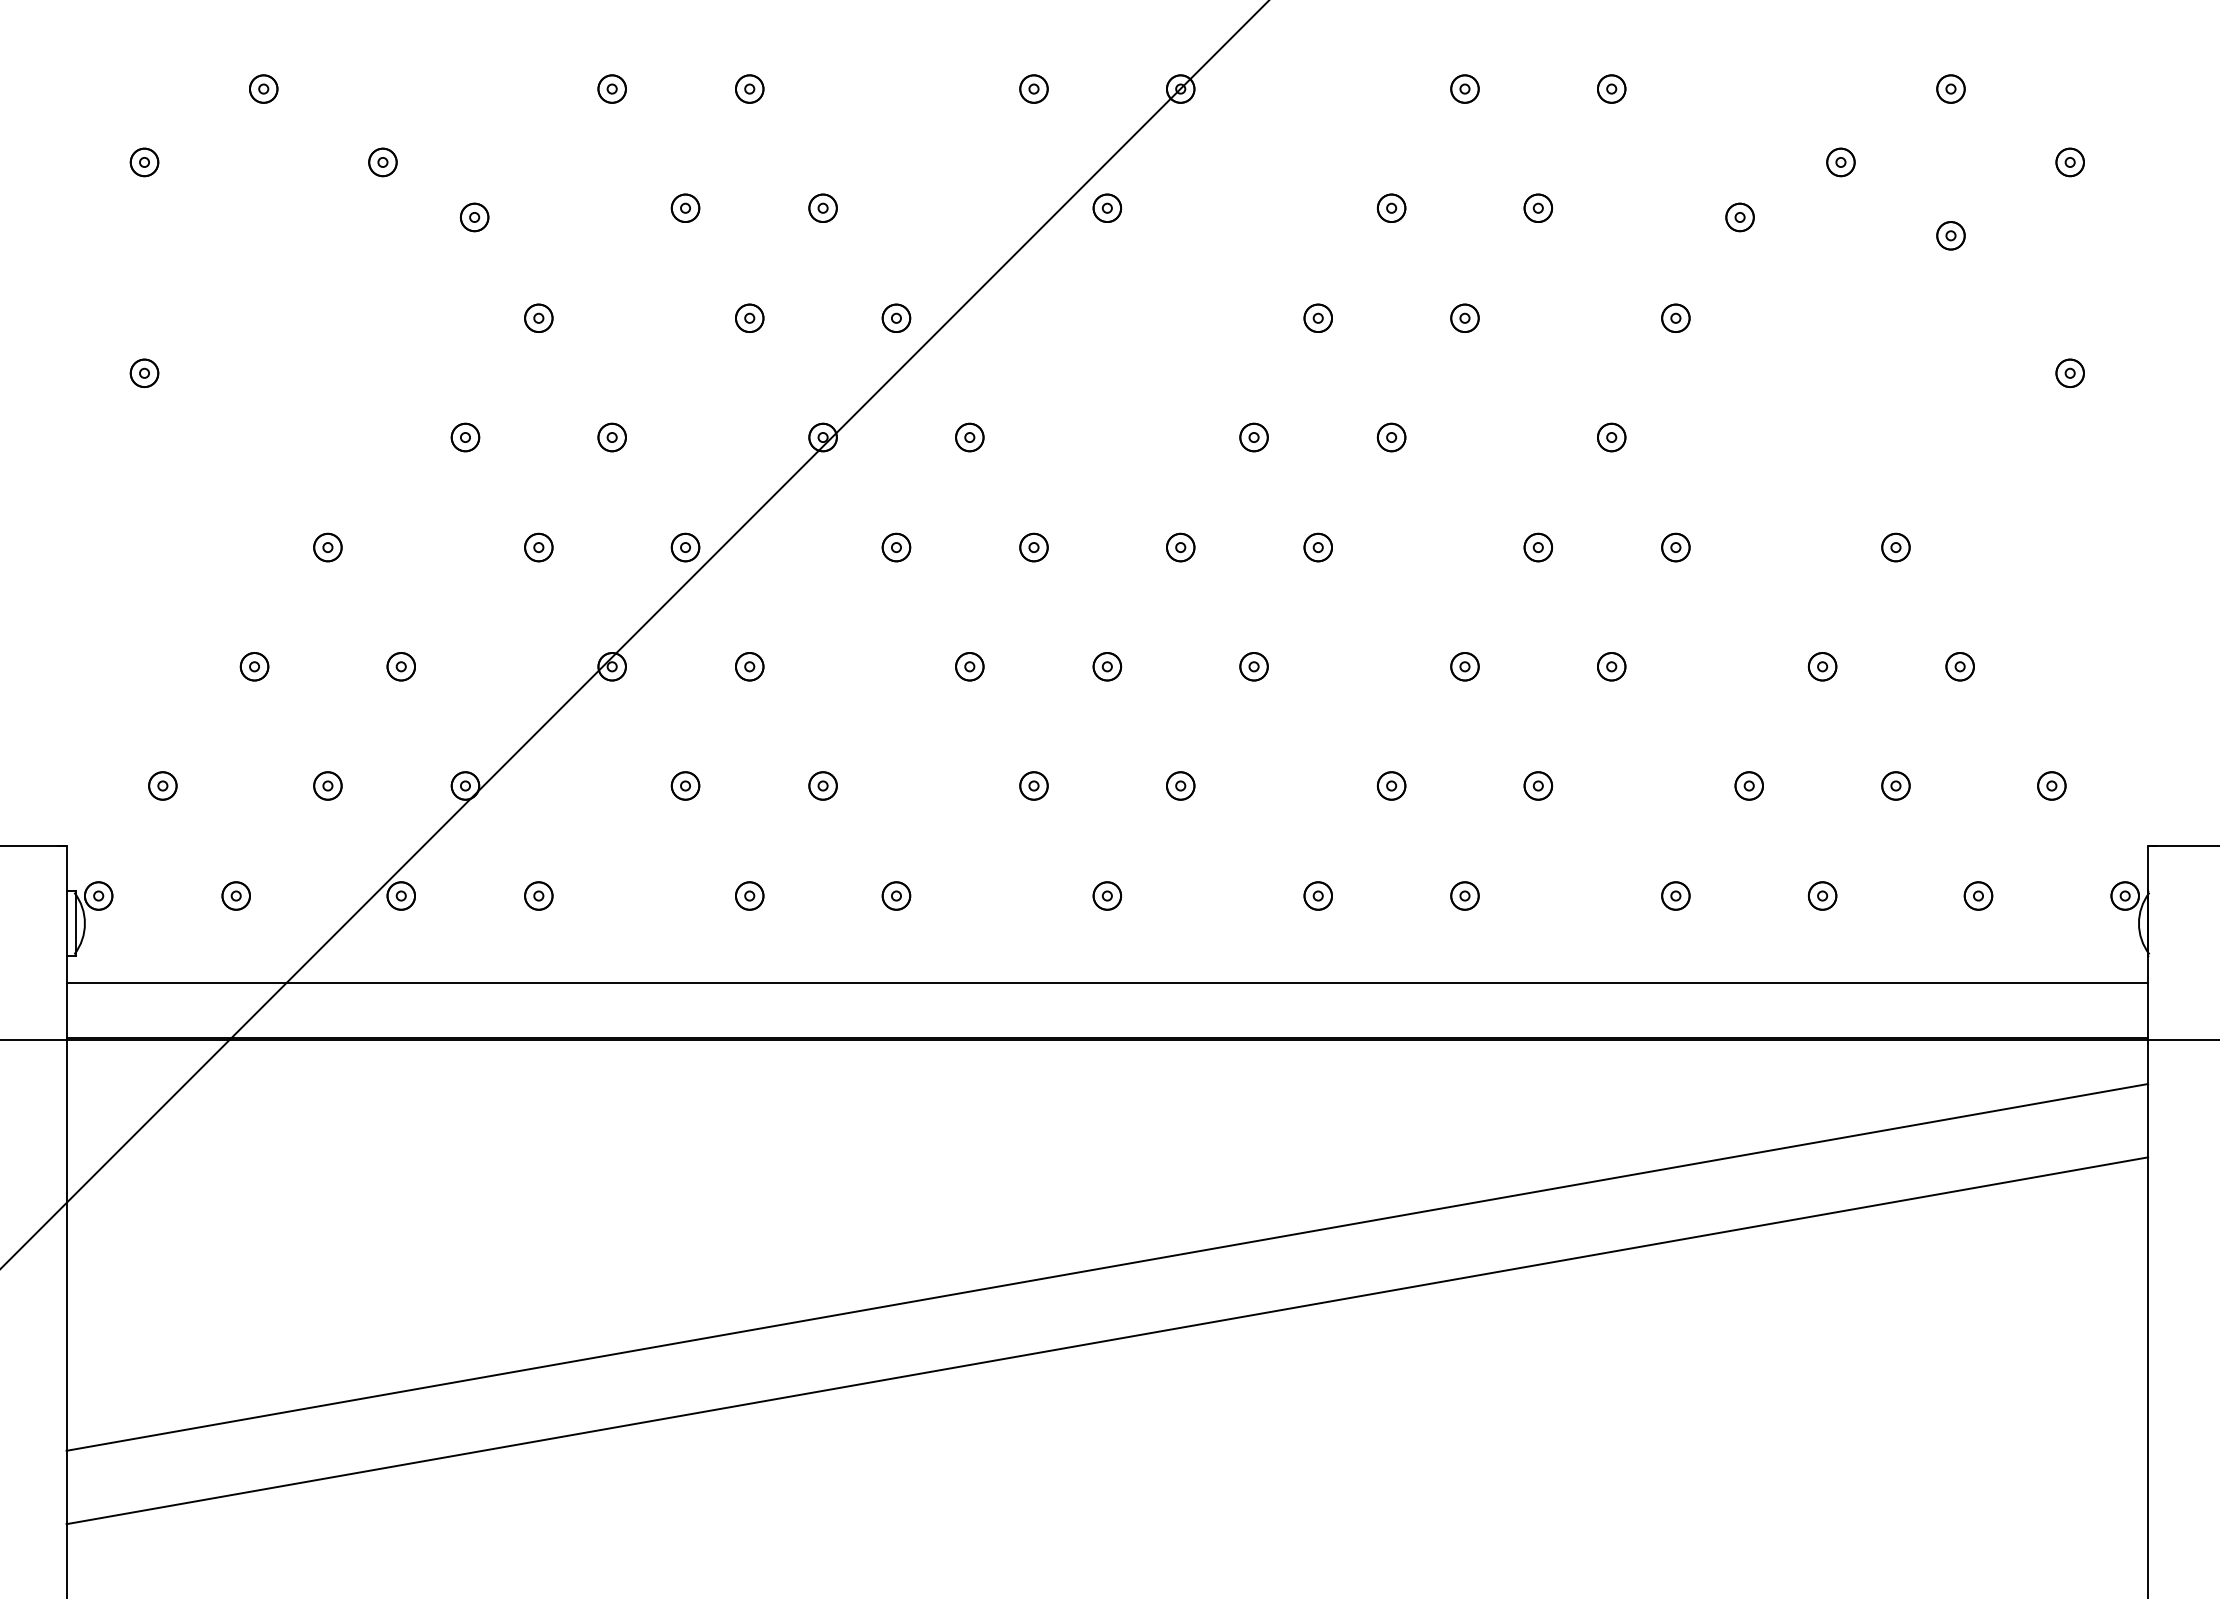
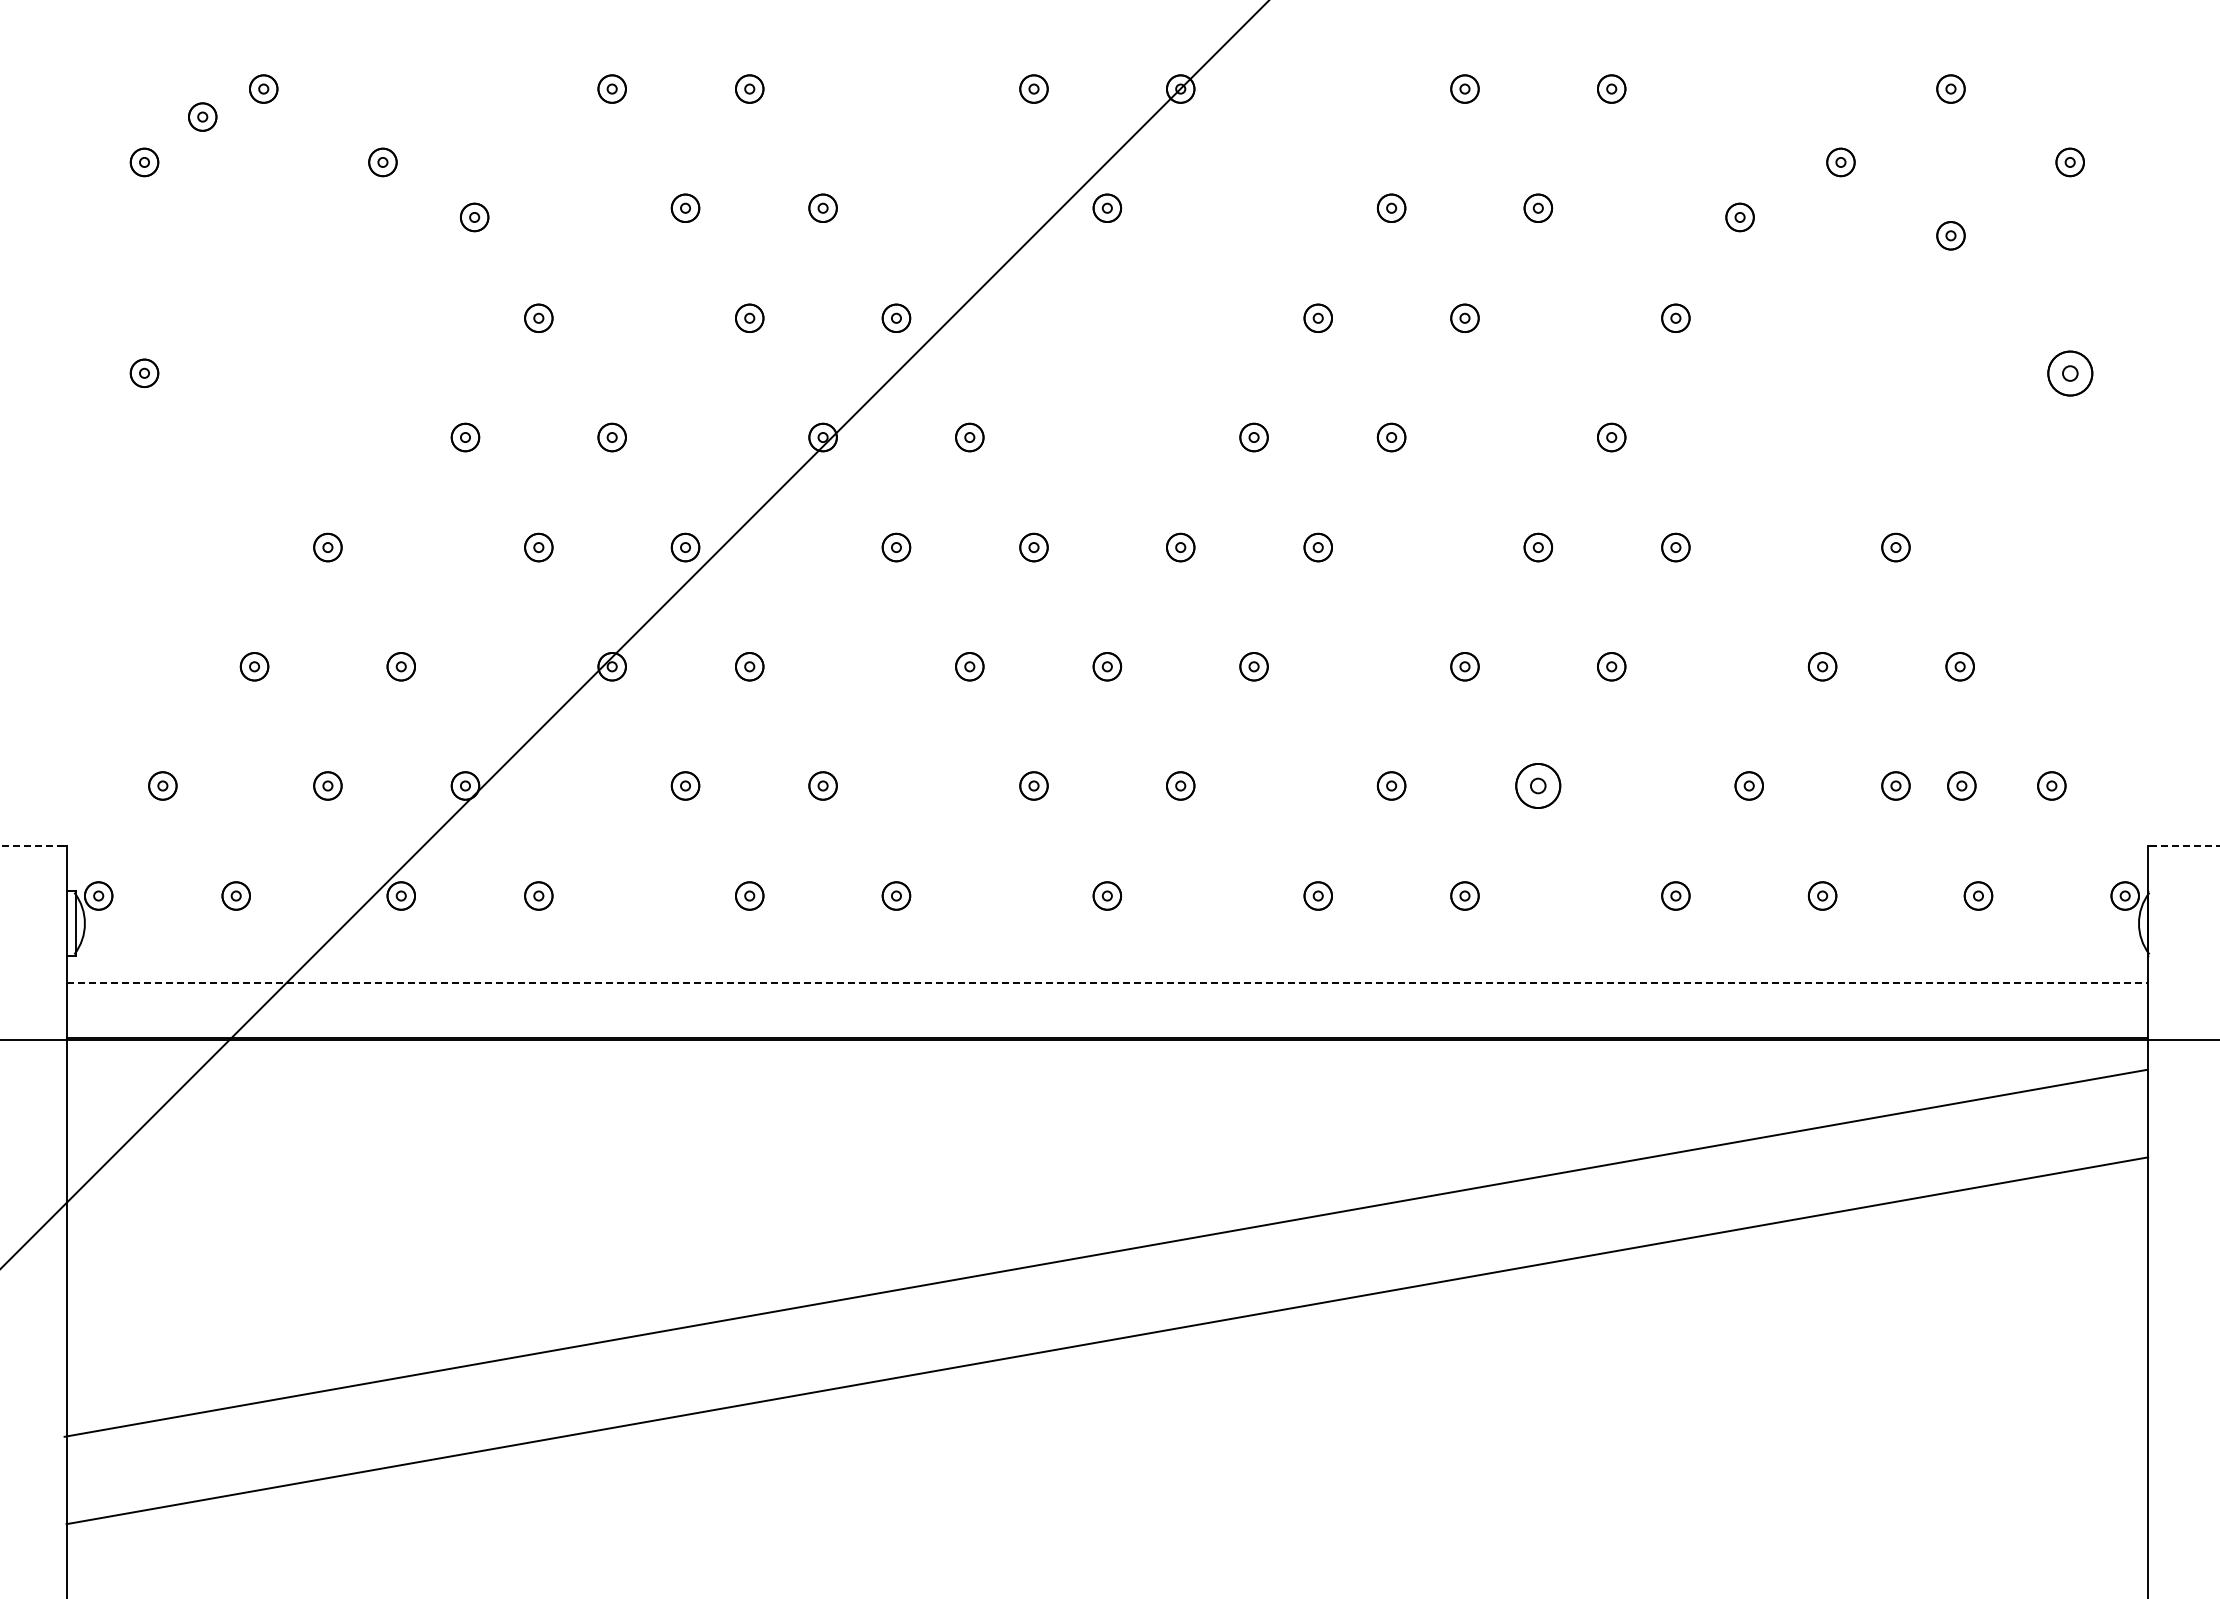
part at (202, 116): none -> present
part at (2069, 372) size: 30x30 px -> 47x47 px
part at (1538, 785) size: 31x30 px -> 47x46 px
part at (1961, 785): none -> present
line at (34, 845): solid -> dashed
line at (2183, 845): solid -> dashed
line at (1107, 983): solid -> dashed
line at (1107, 1267) position: (1107, 1267) -> (1105, 1253)
